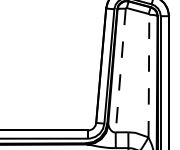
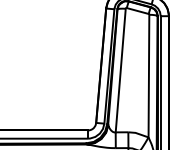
line at (120, 70): dashed -> solid
line at (148, 75): dashed -> solid
